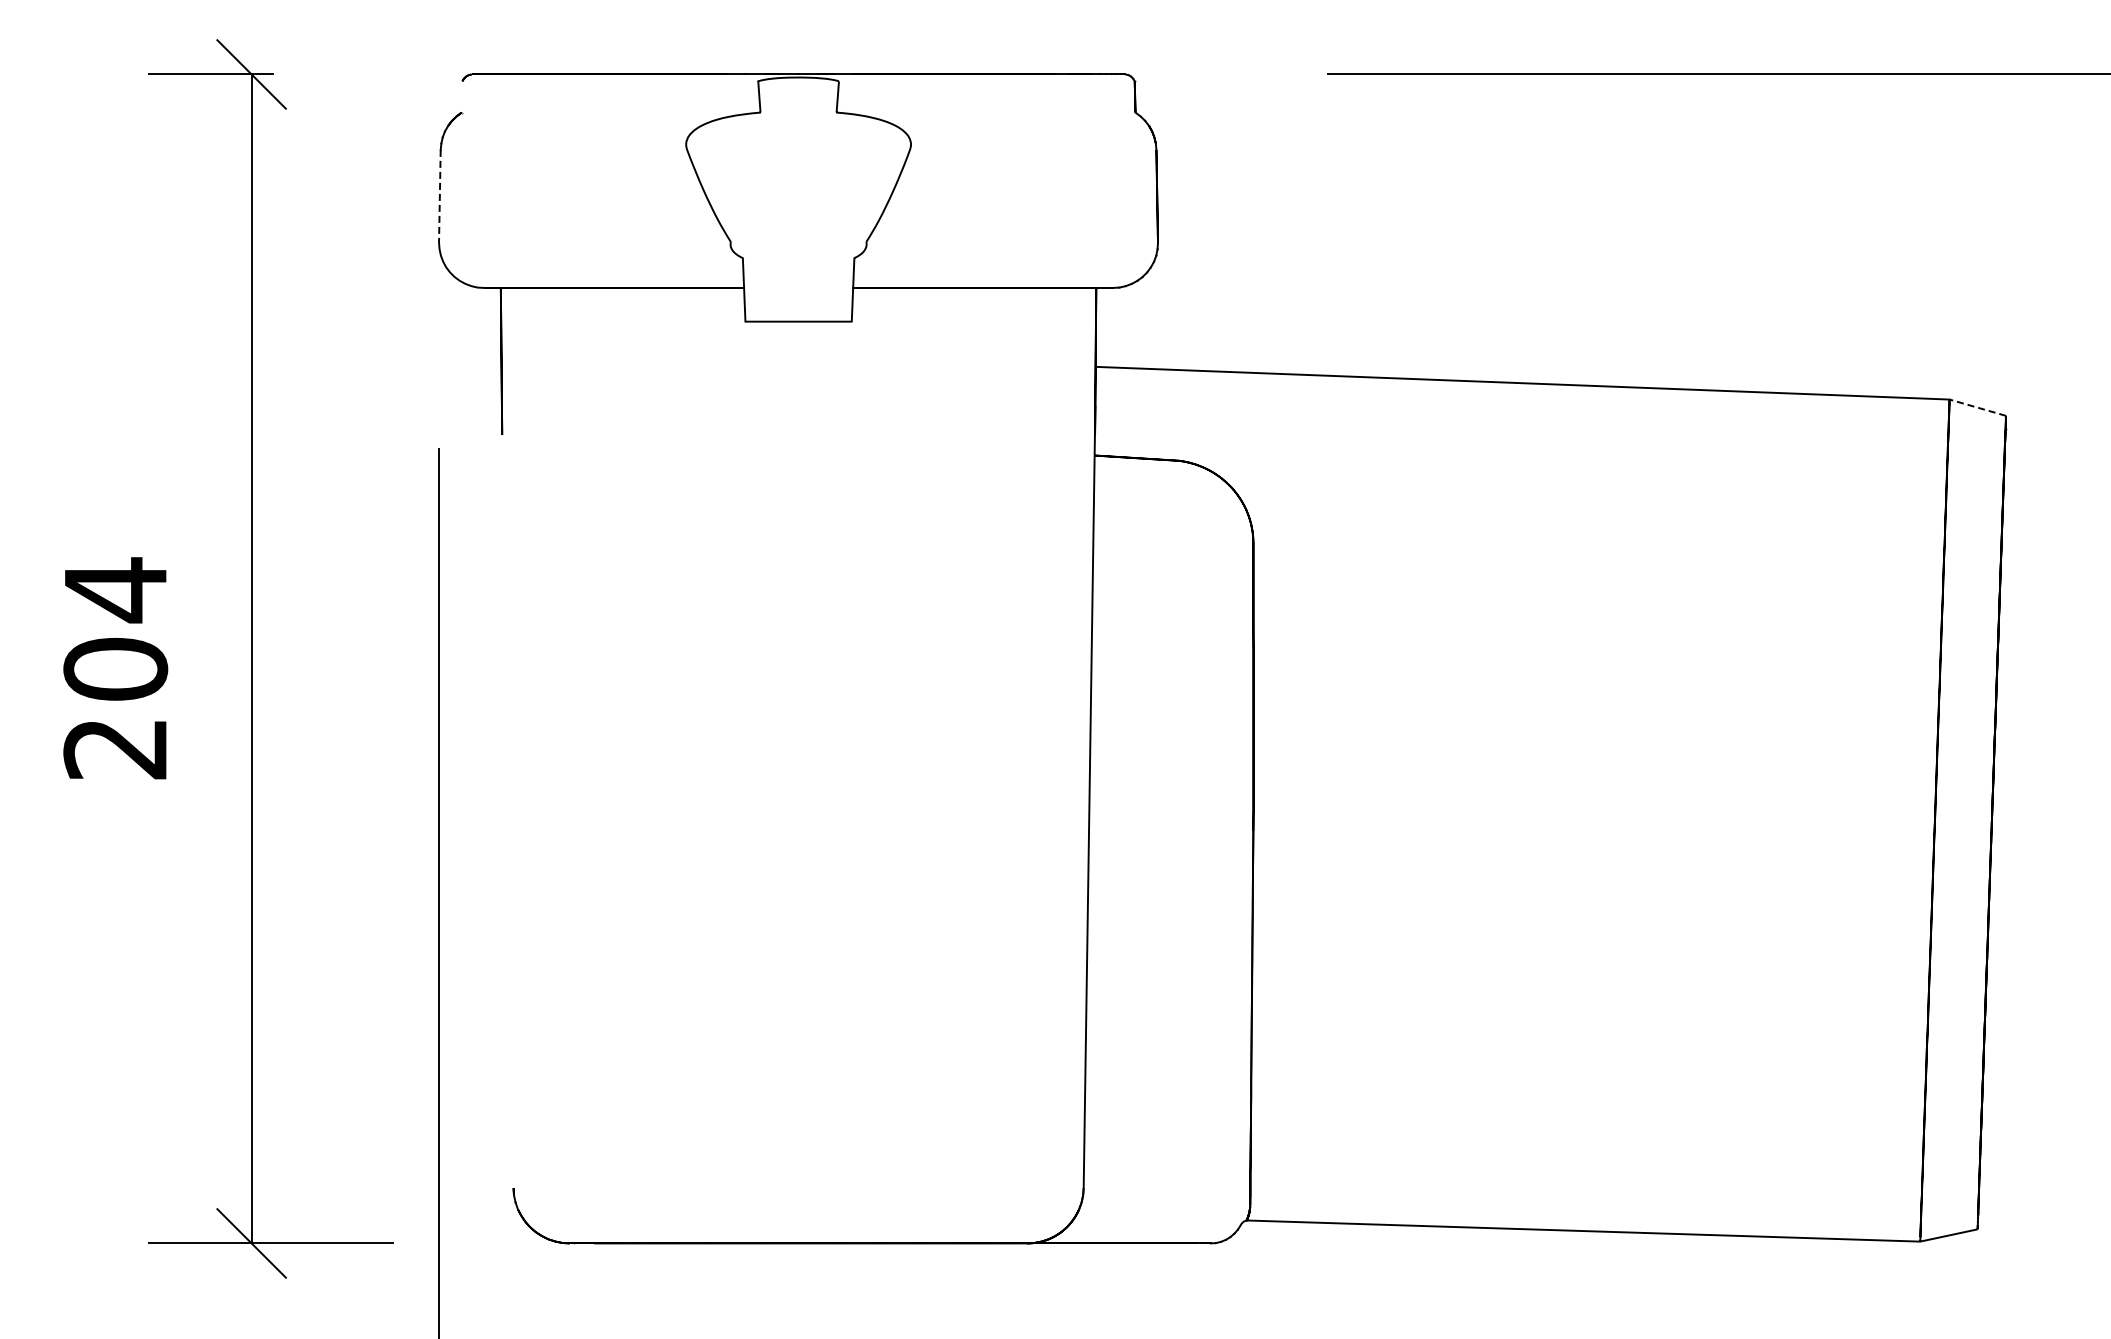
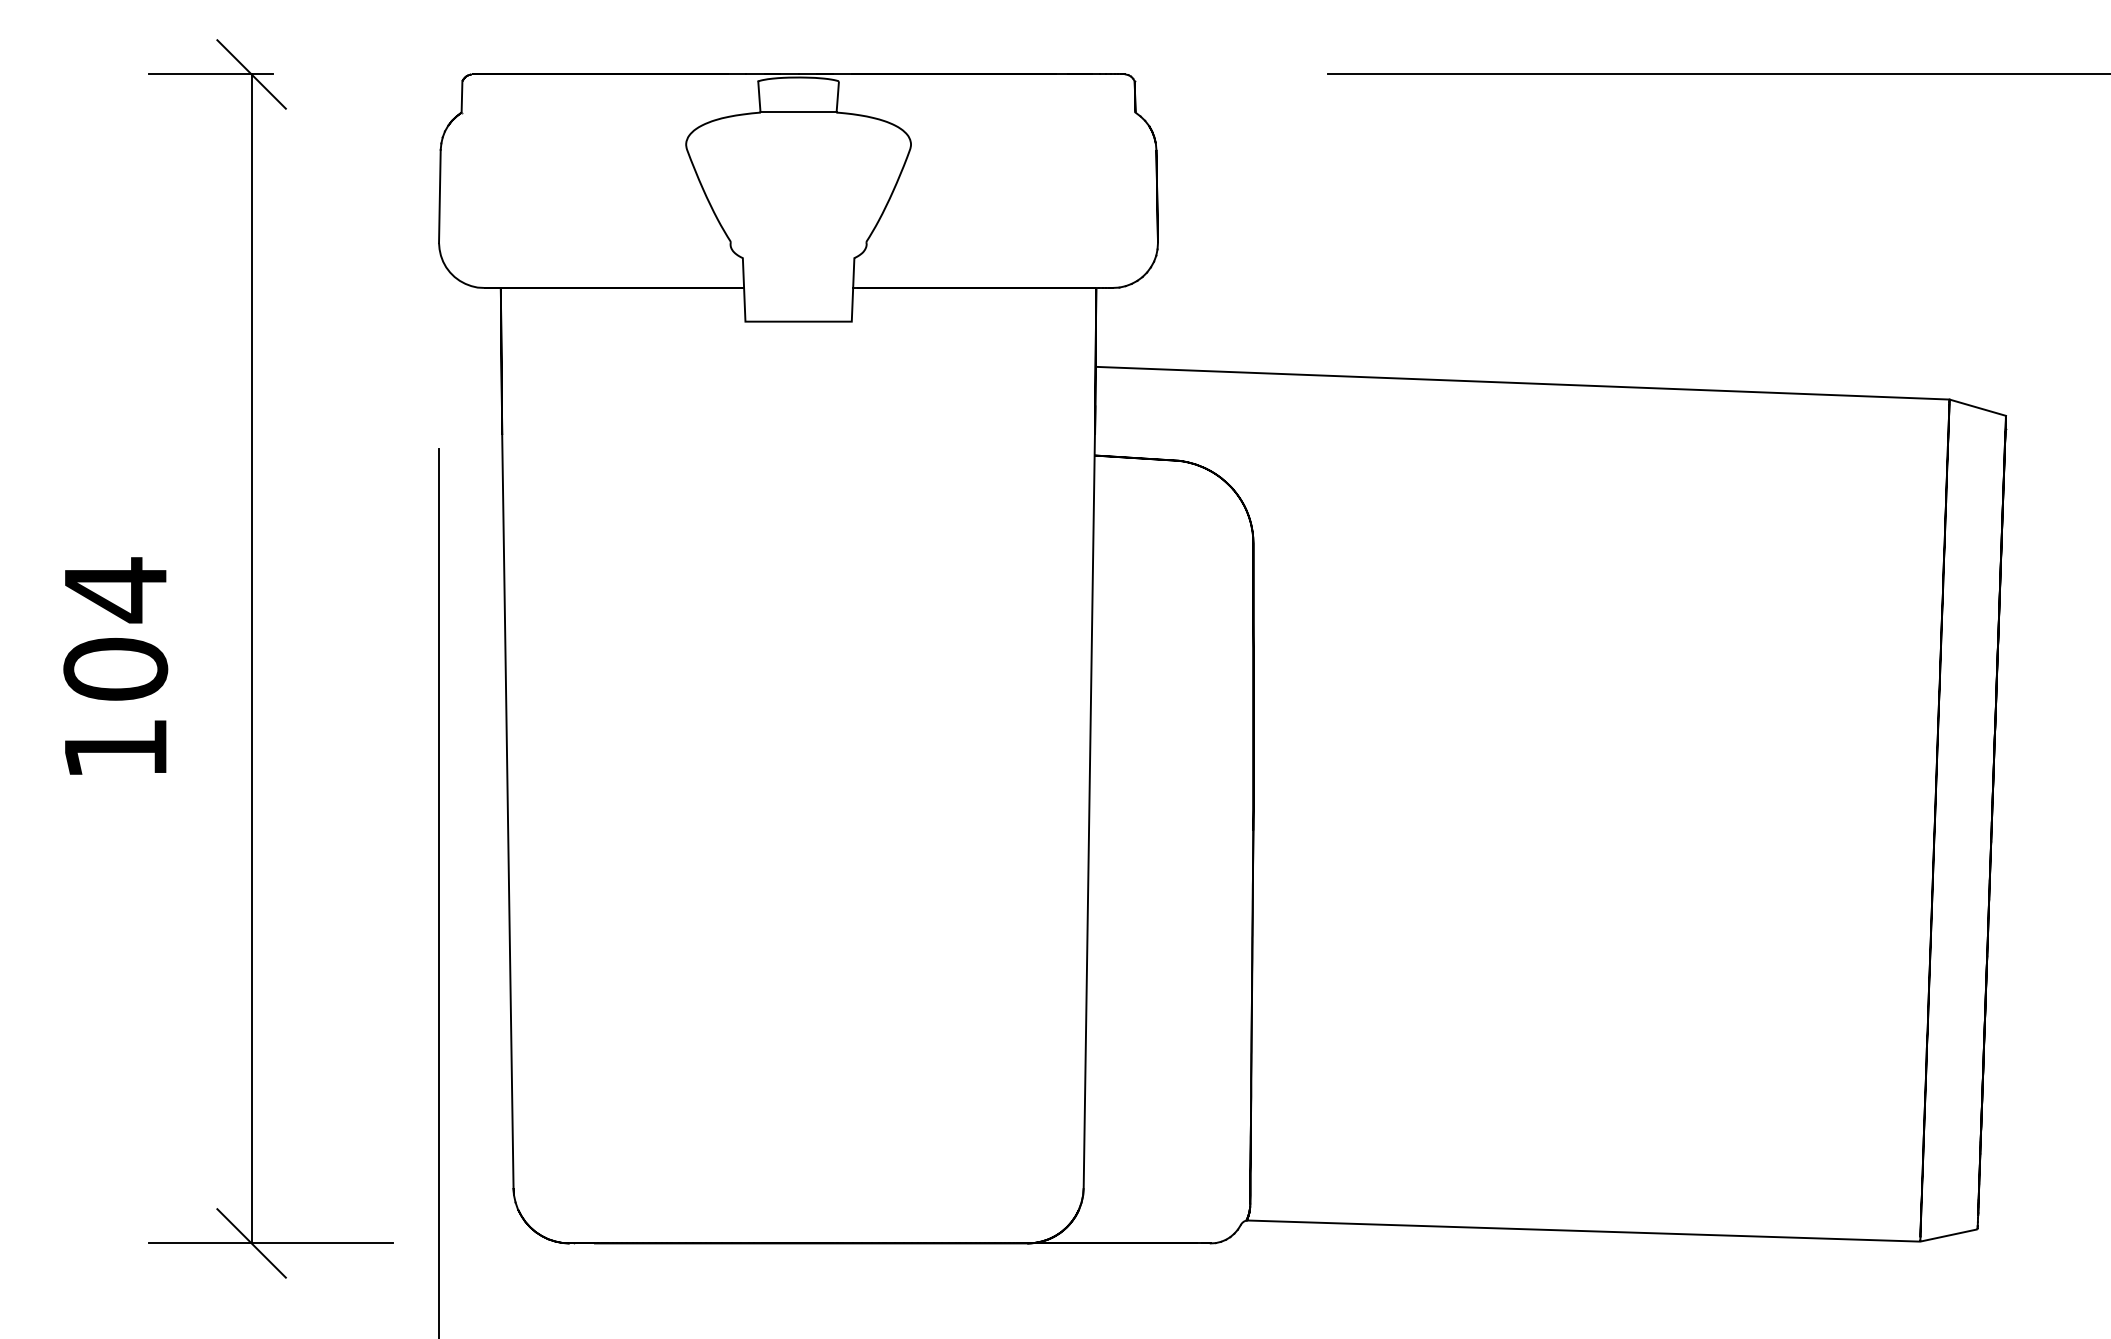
line at (461, 96): none -> present
line at (798, 112): none -> present
line at (439, 196): dashed -> solid
line at (1977, 407): dashed -> solid
text at (114, 749): 204 -> 104
line at (507, 811): none -> present
